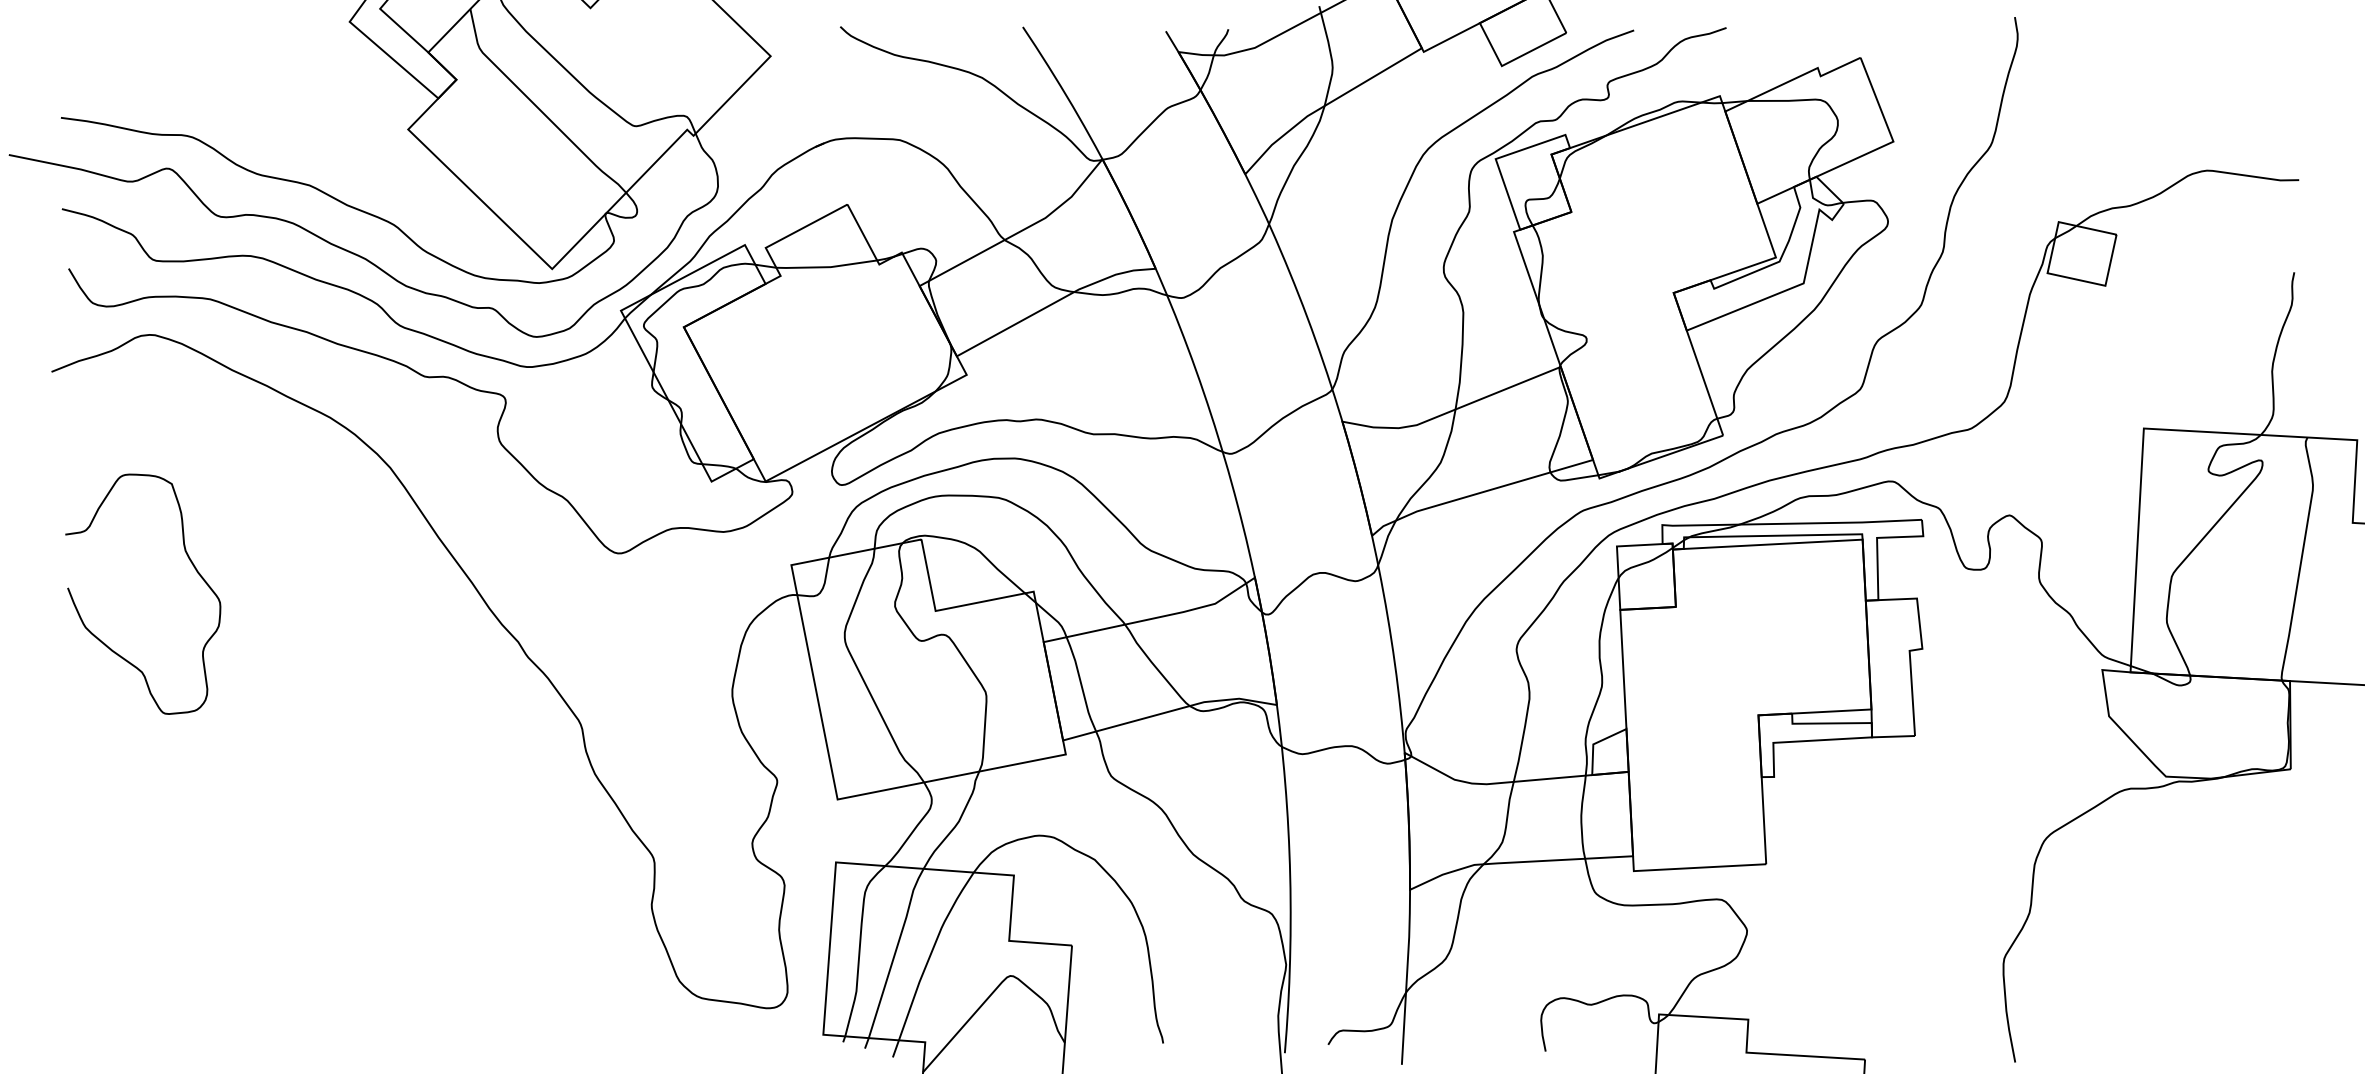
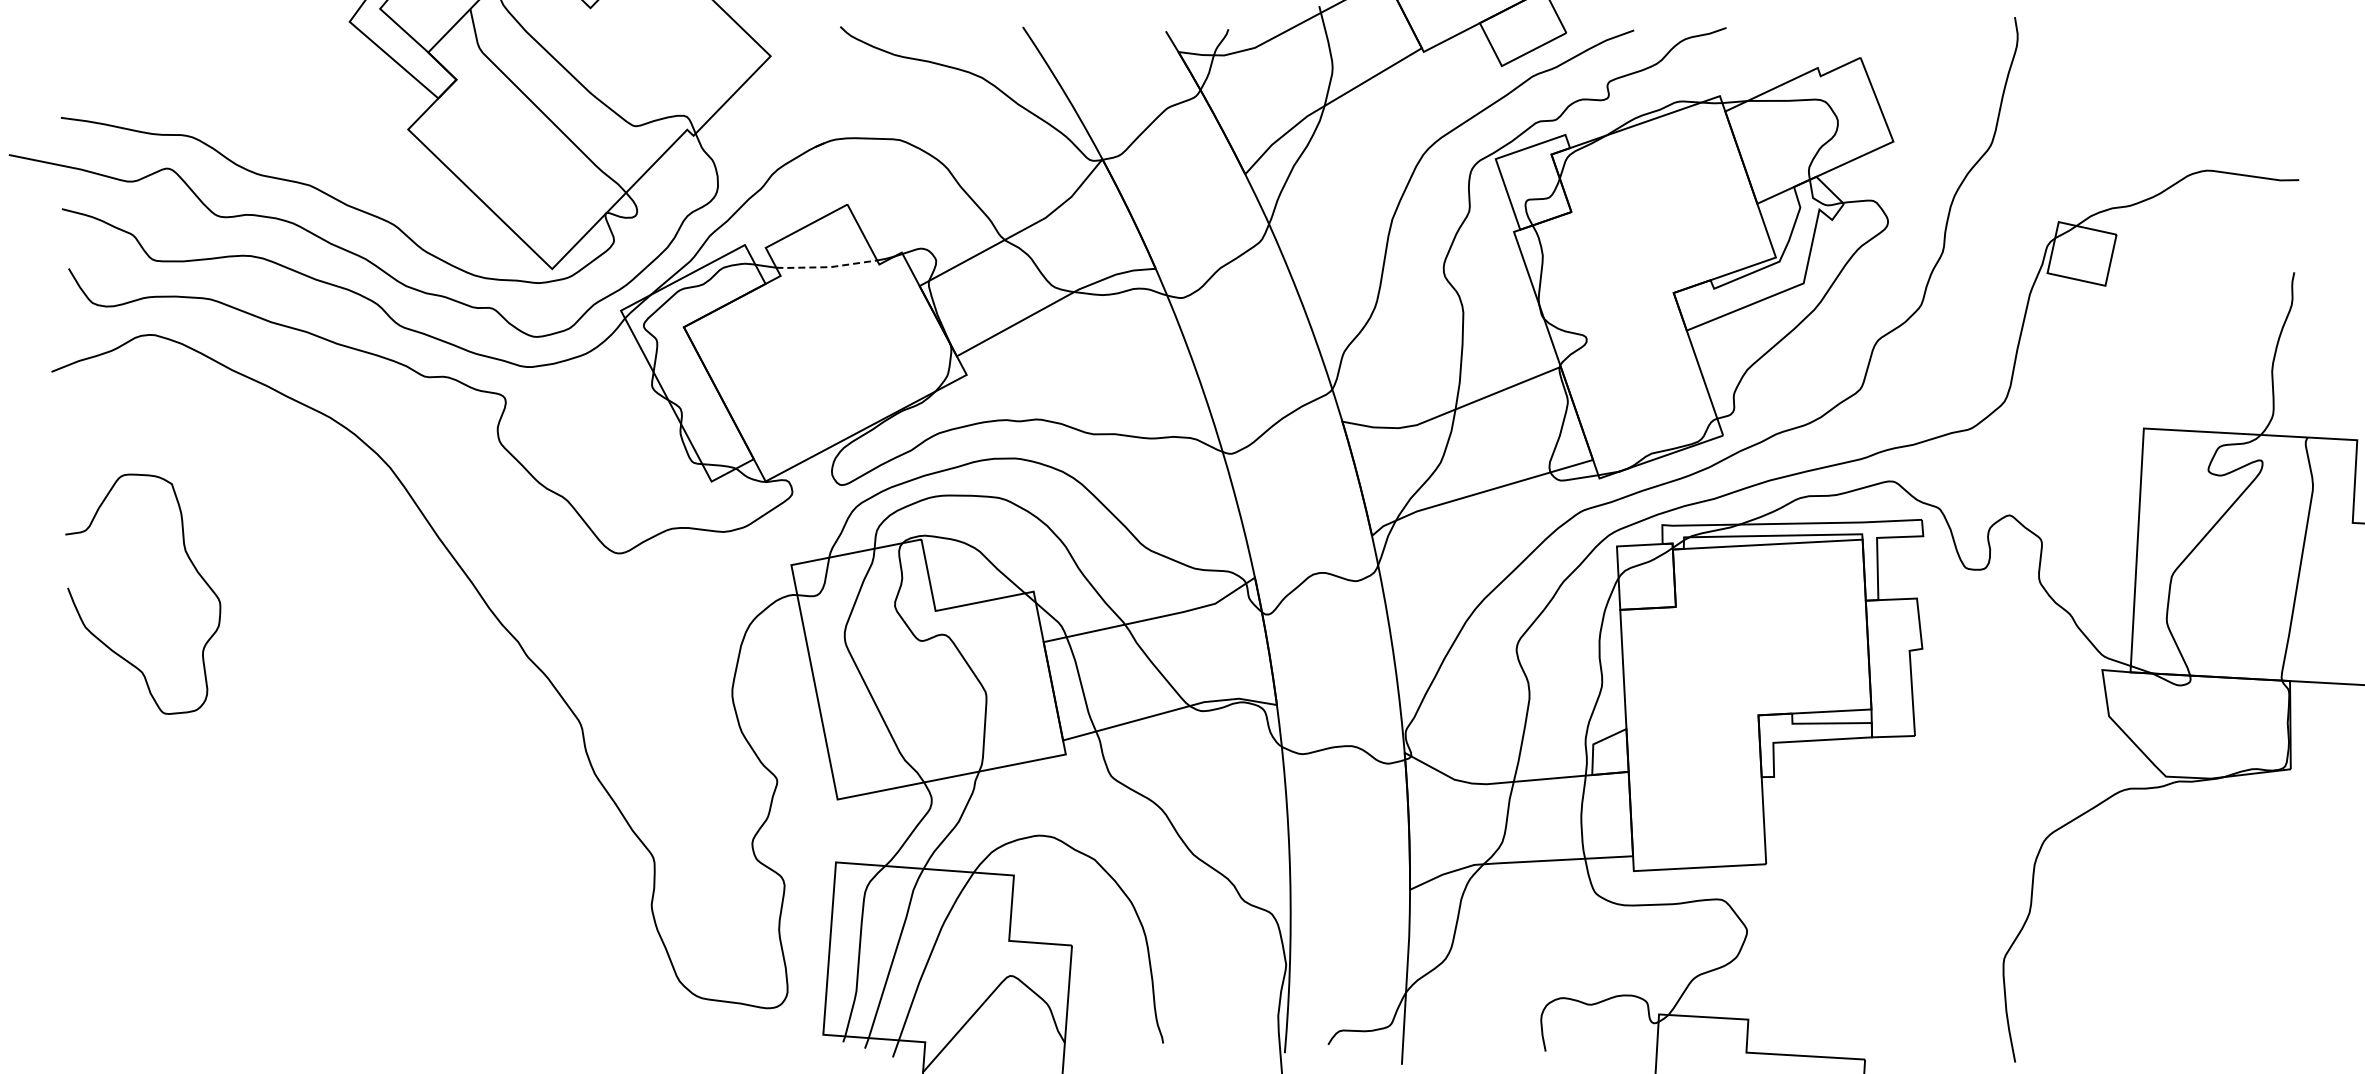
line at (826, 267): solid -> dashed
